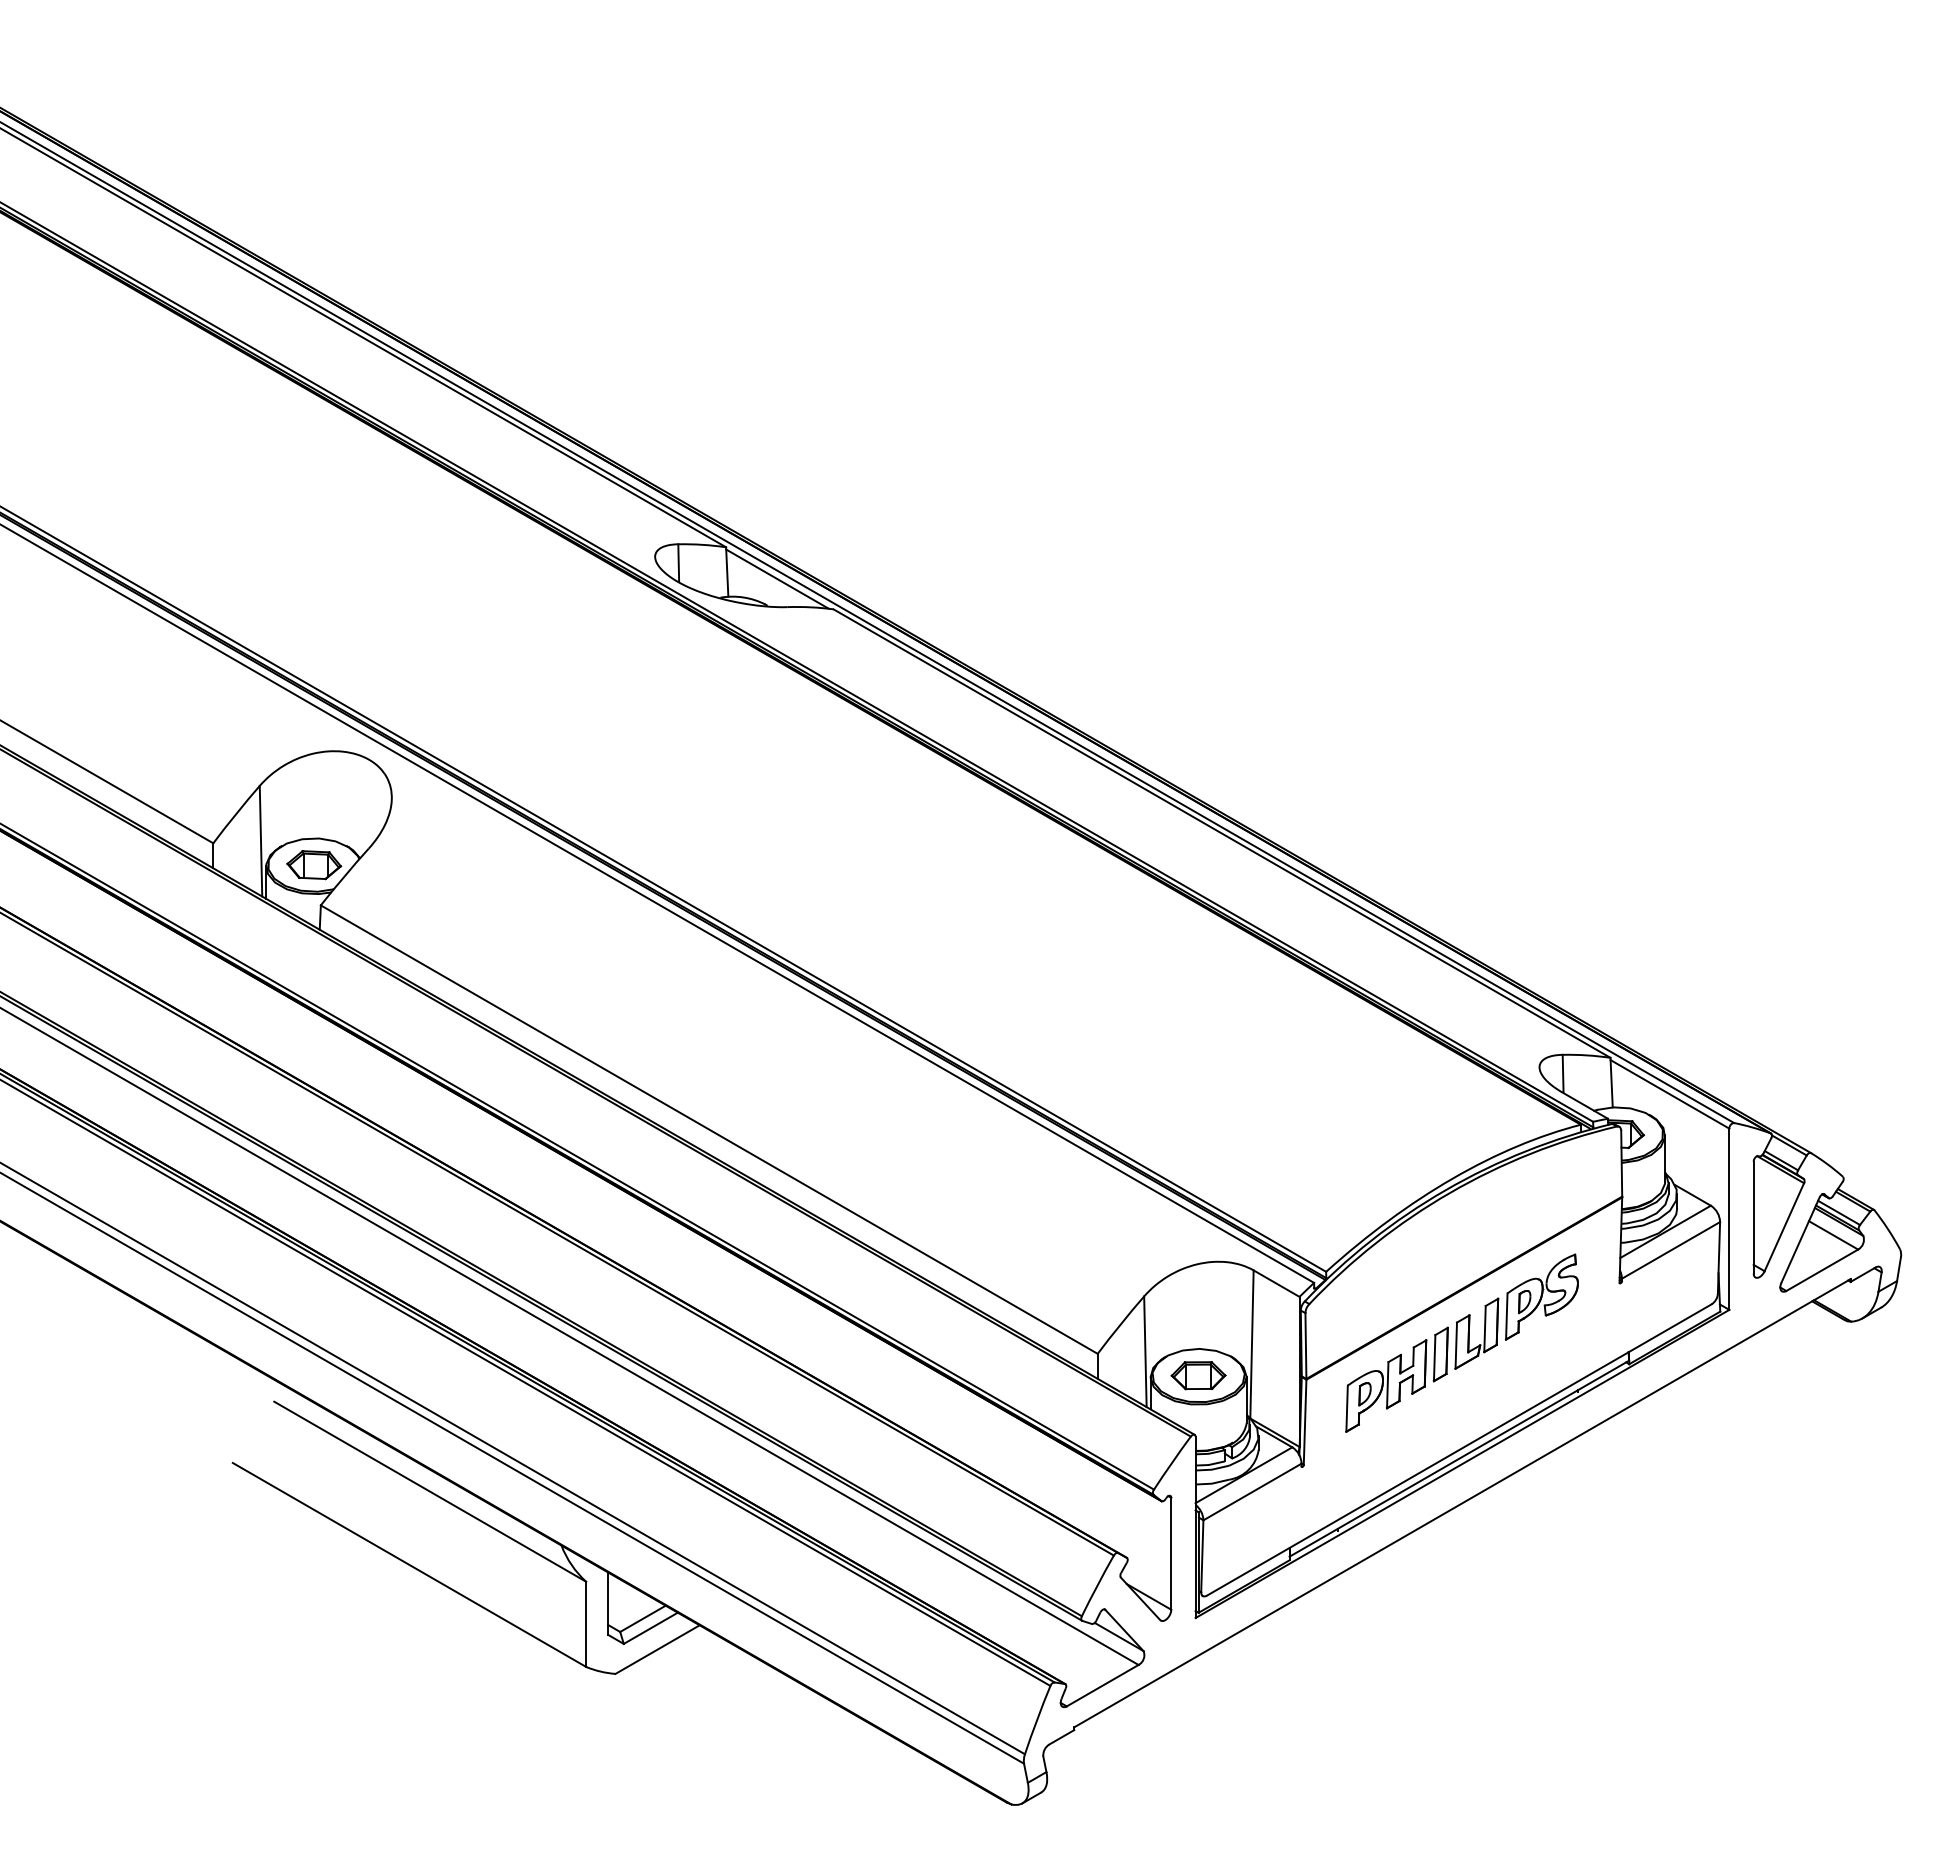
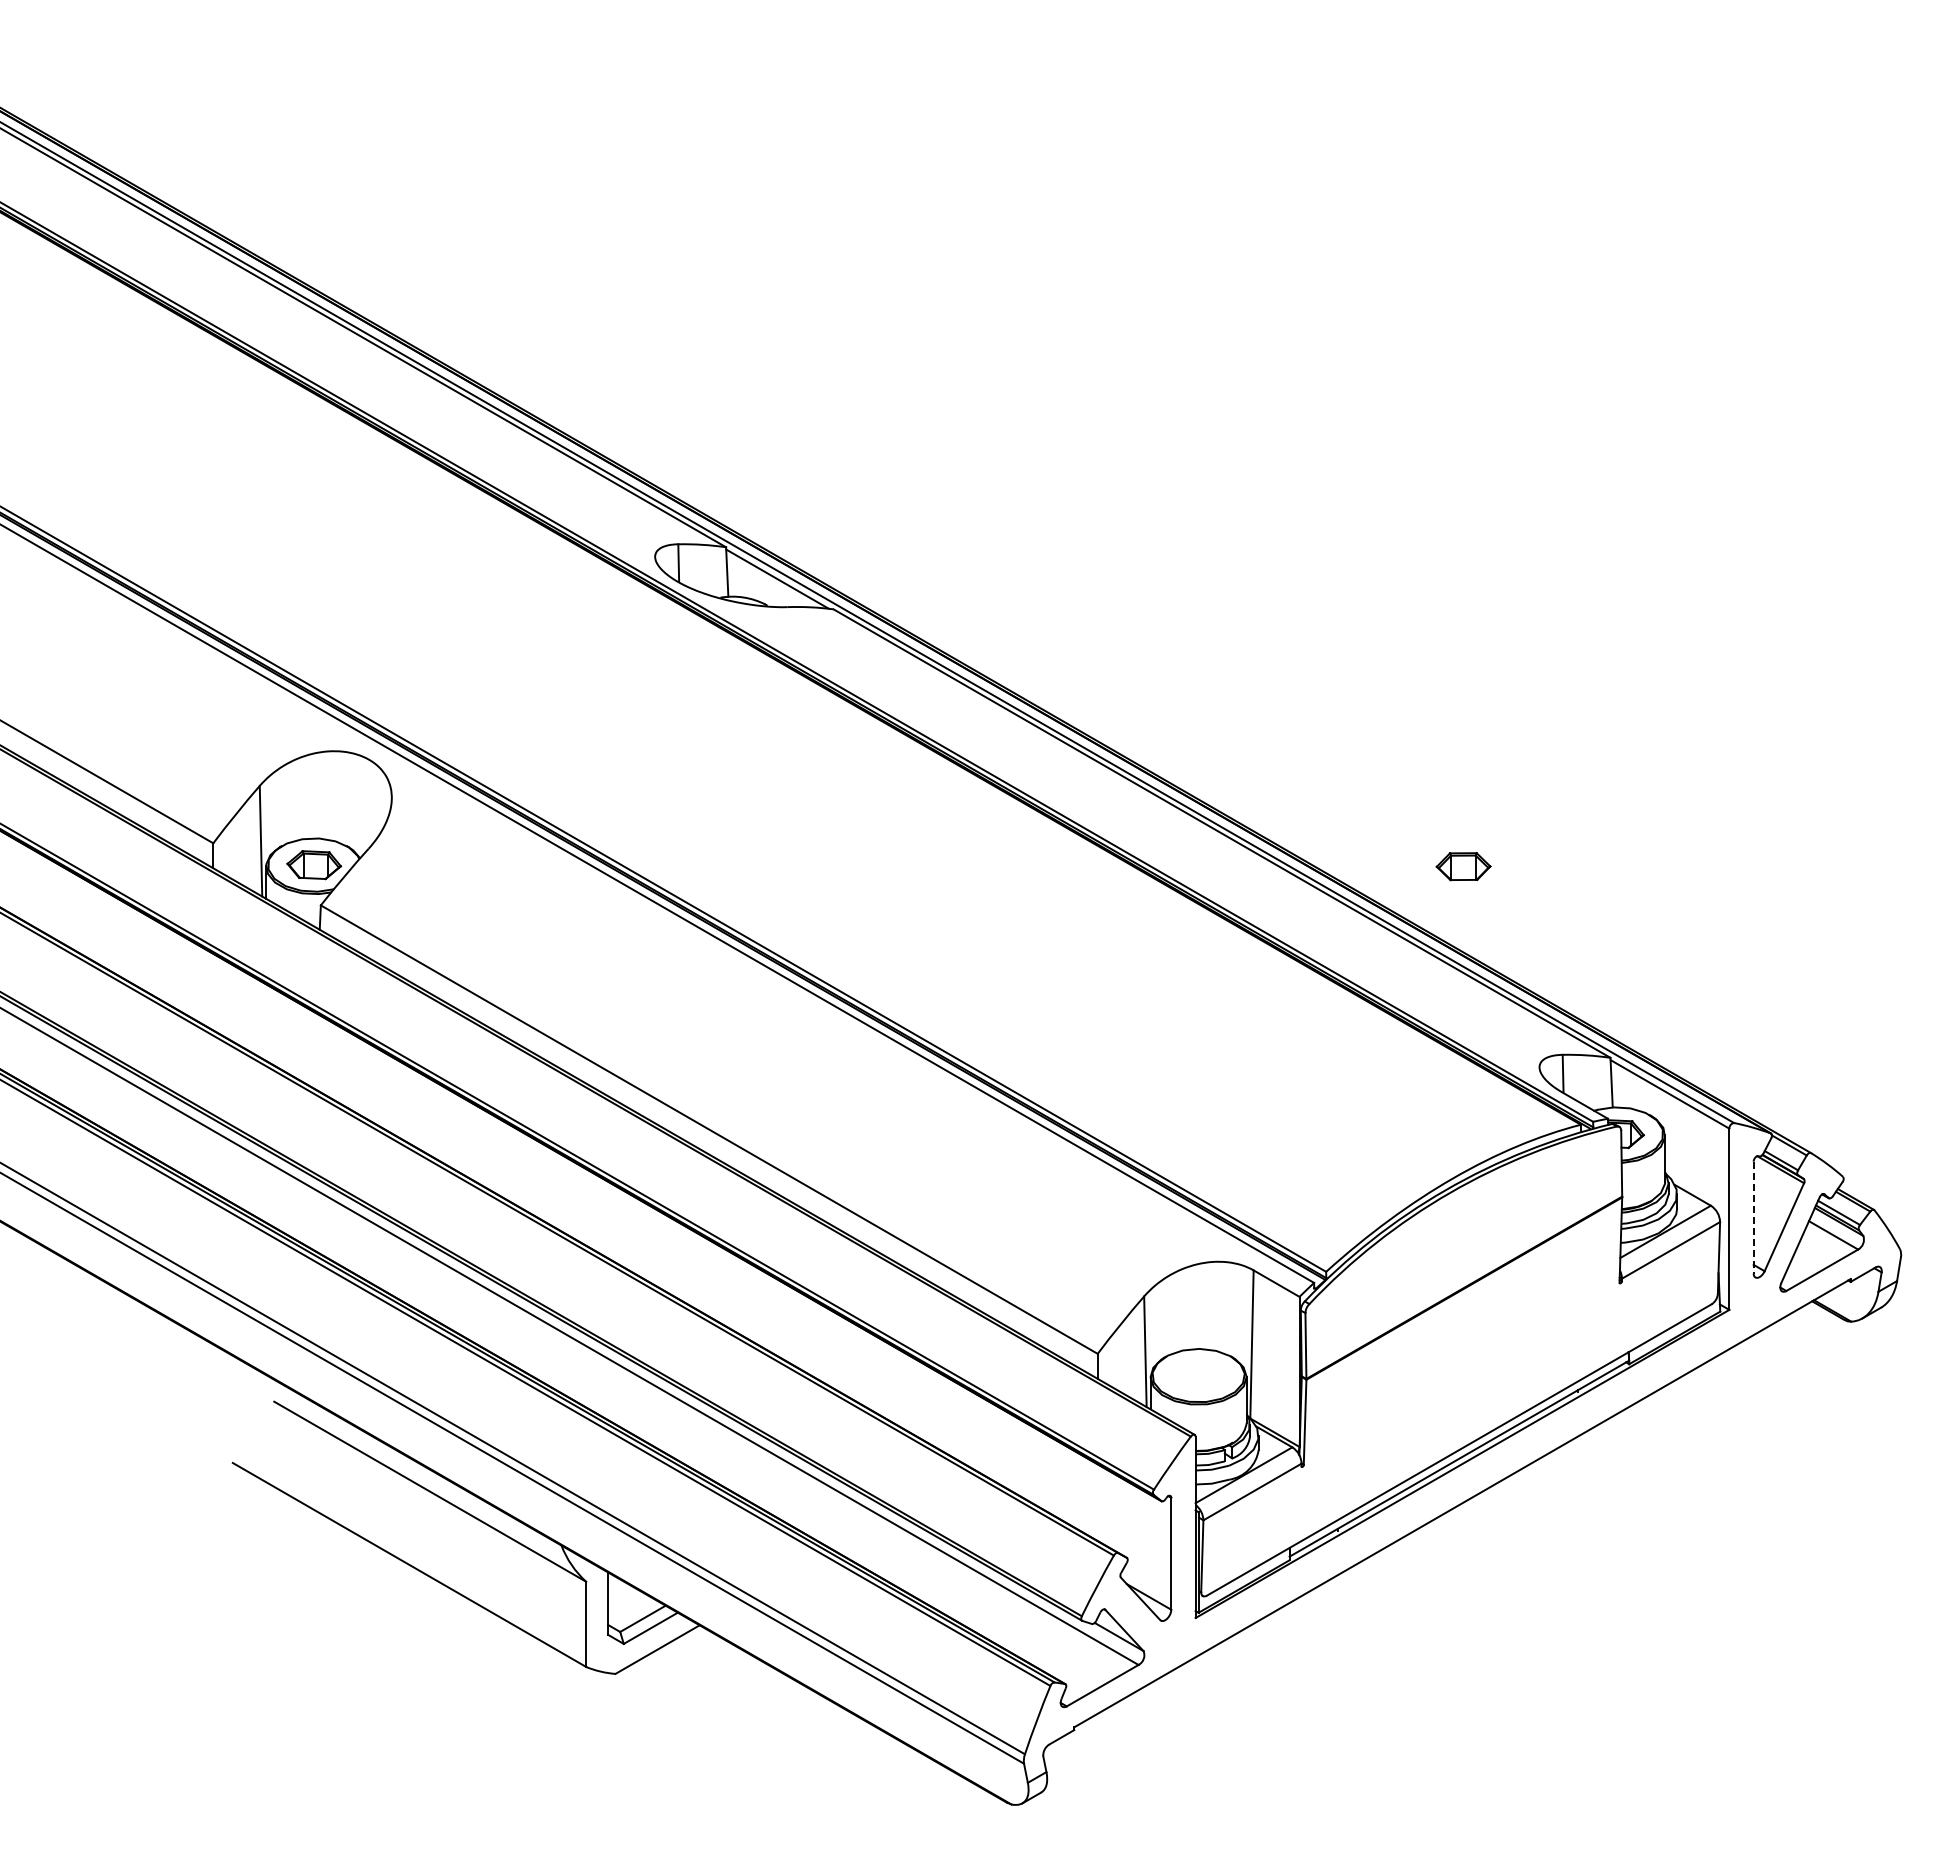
line at (1753, 1217): solid -> dashed
part at (1461, 1342): present -> none
part at (1198, 1375) position: (1198, 1375) -> (1463, 866)
